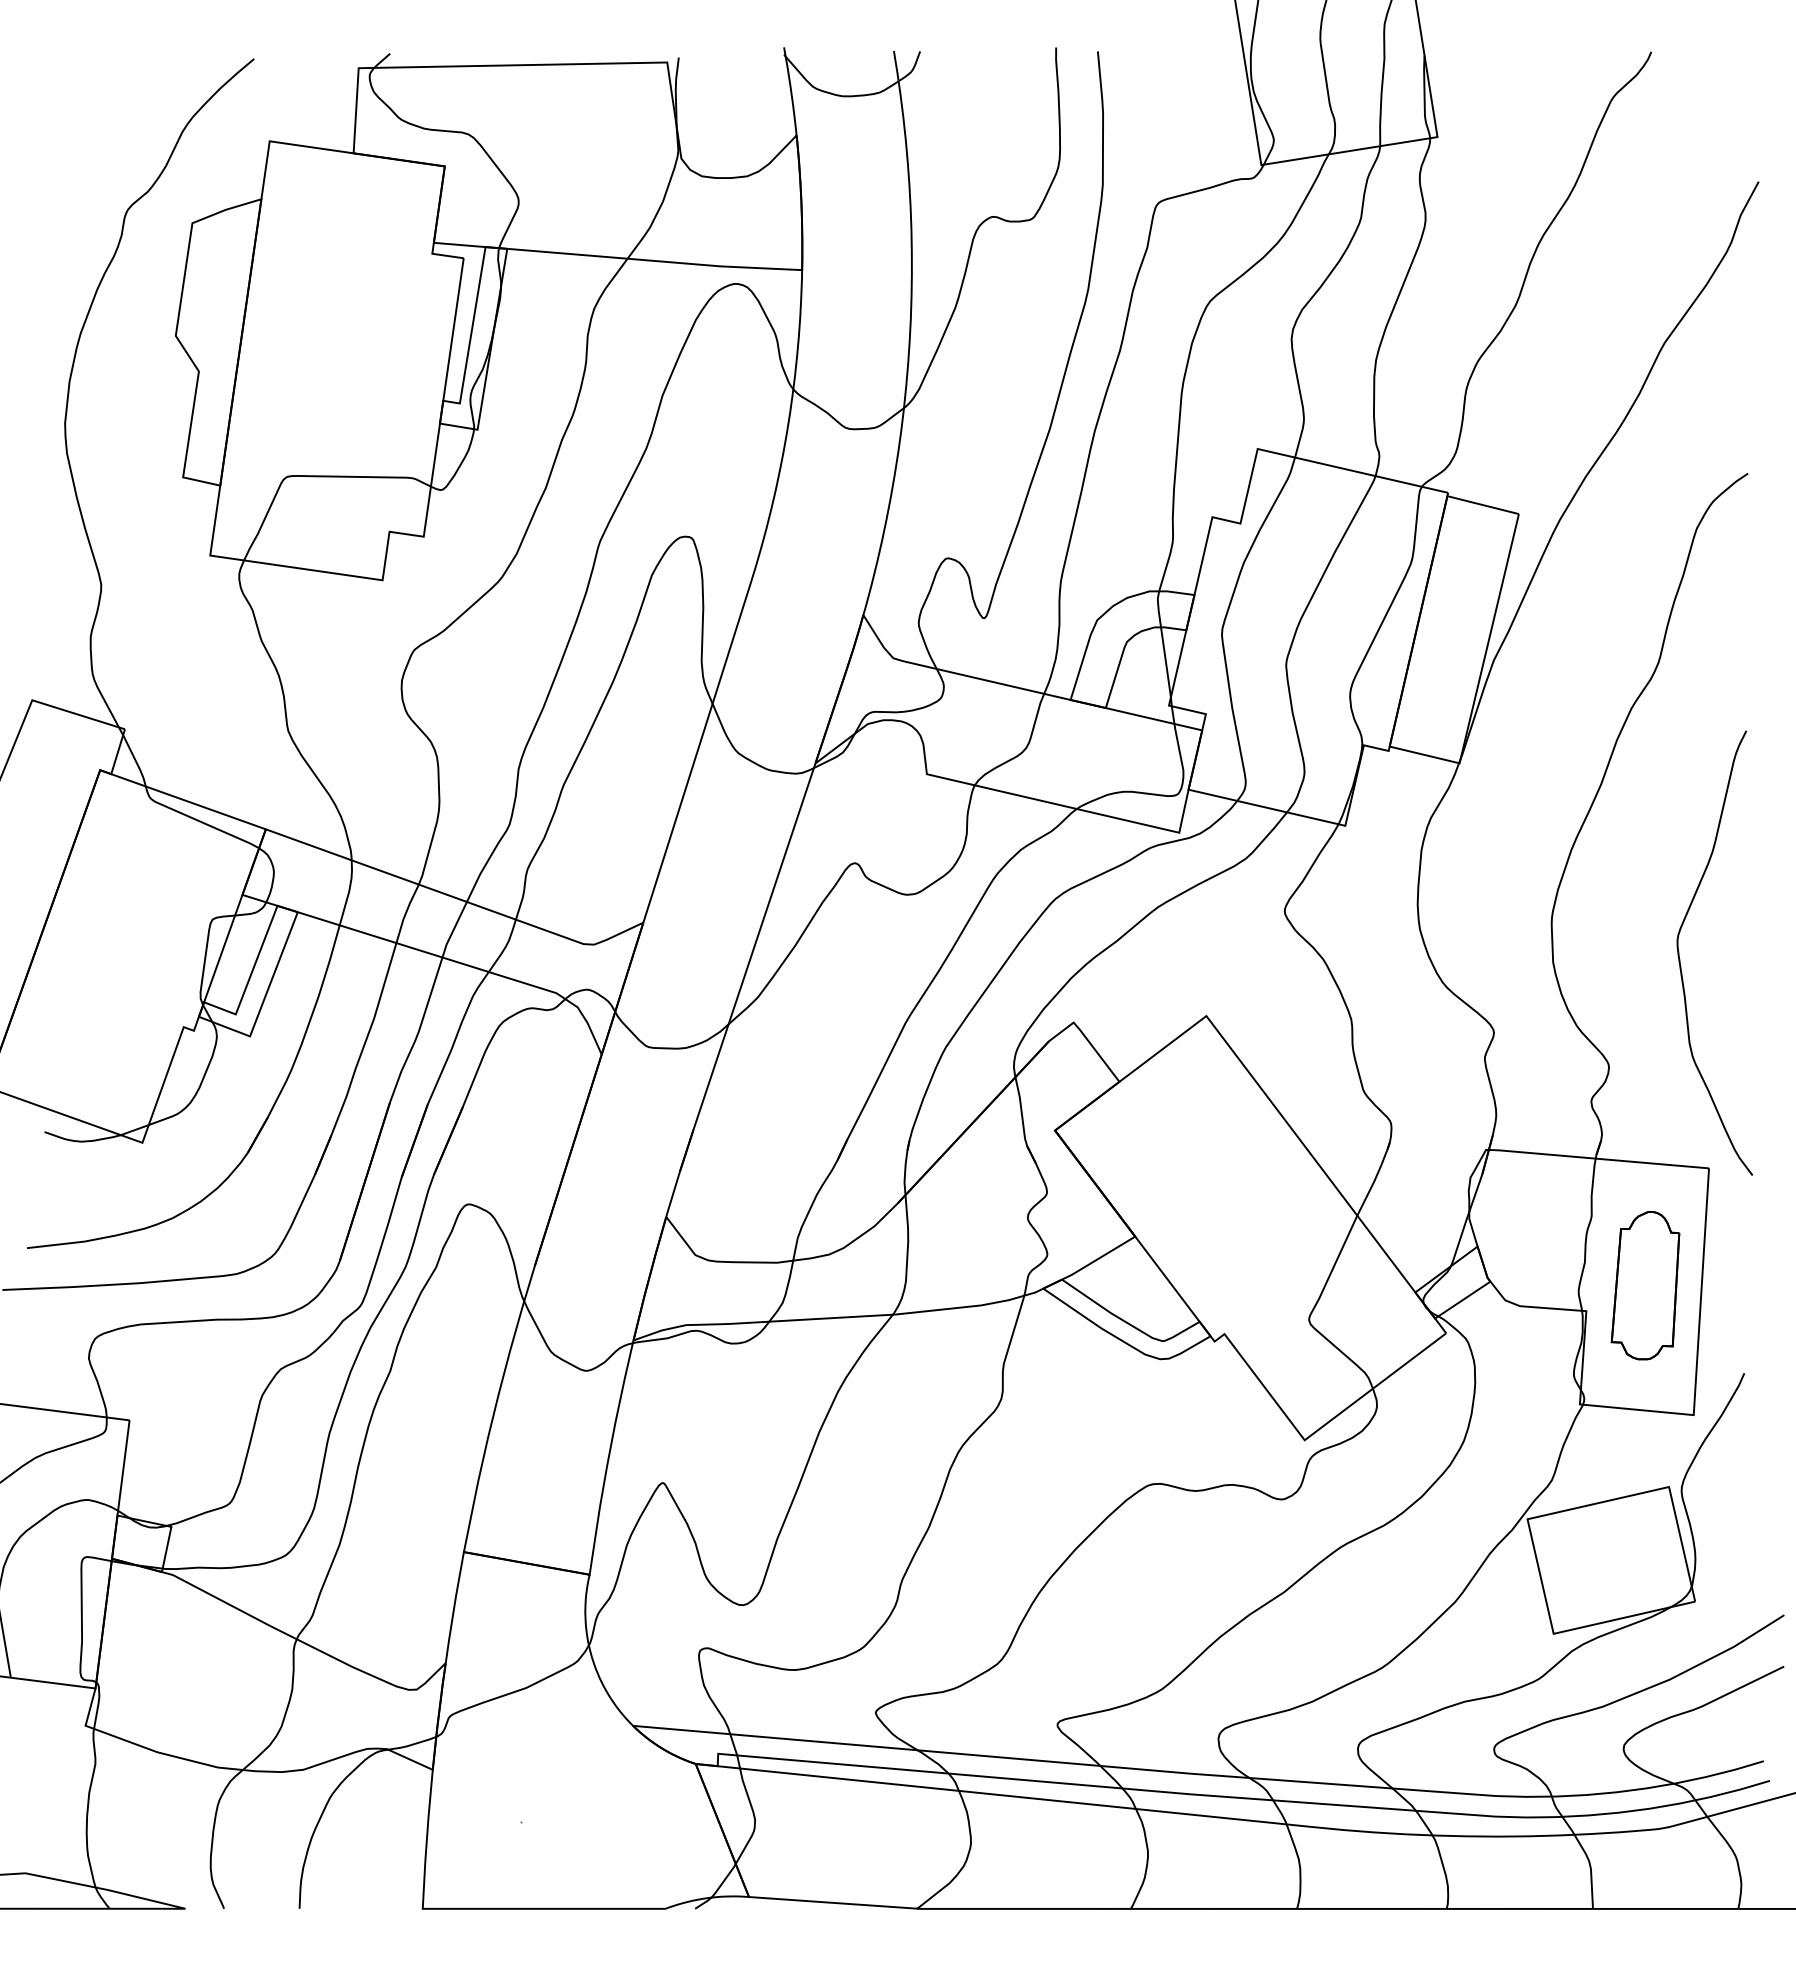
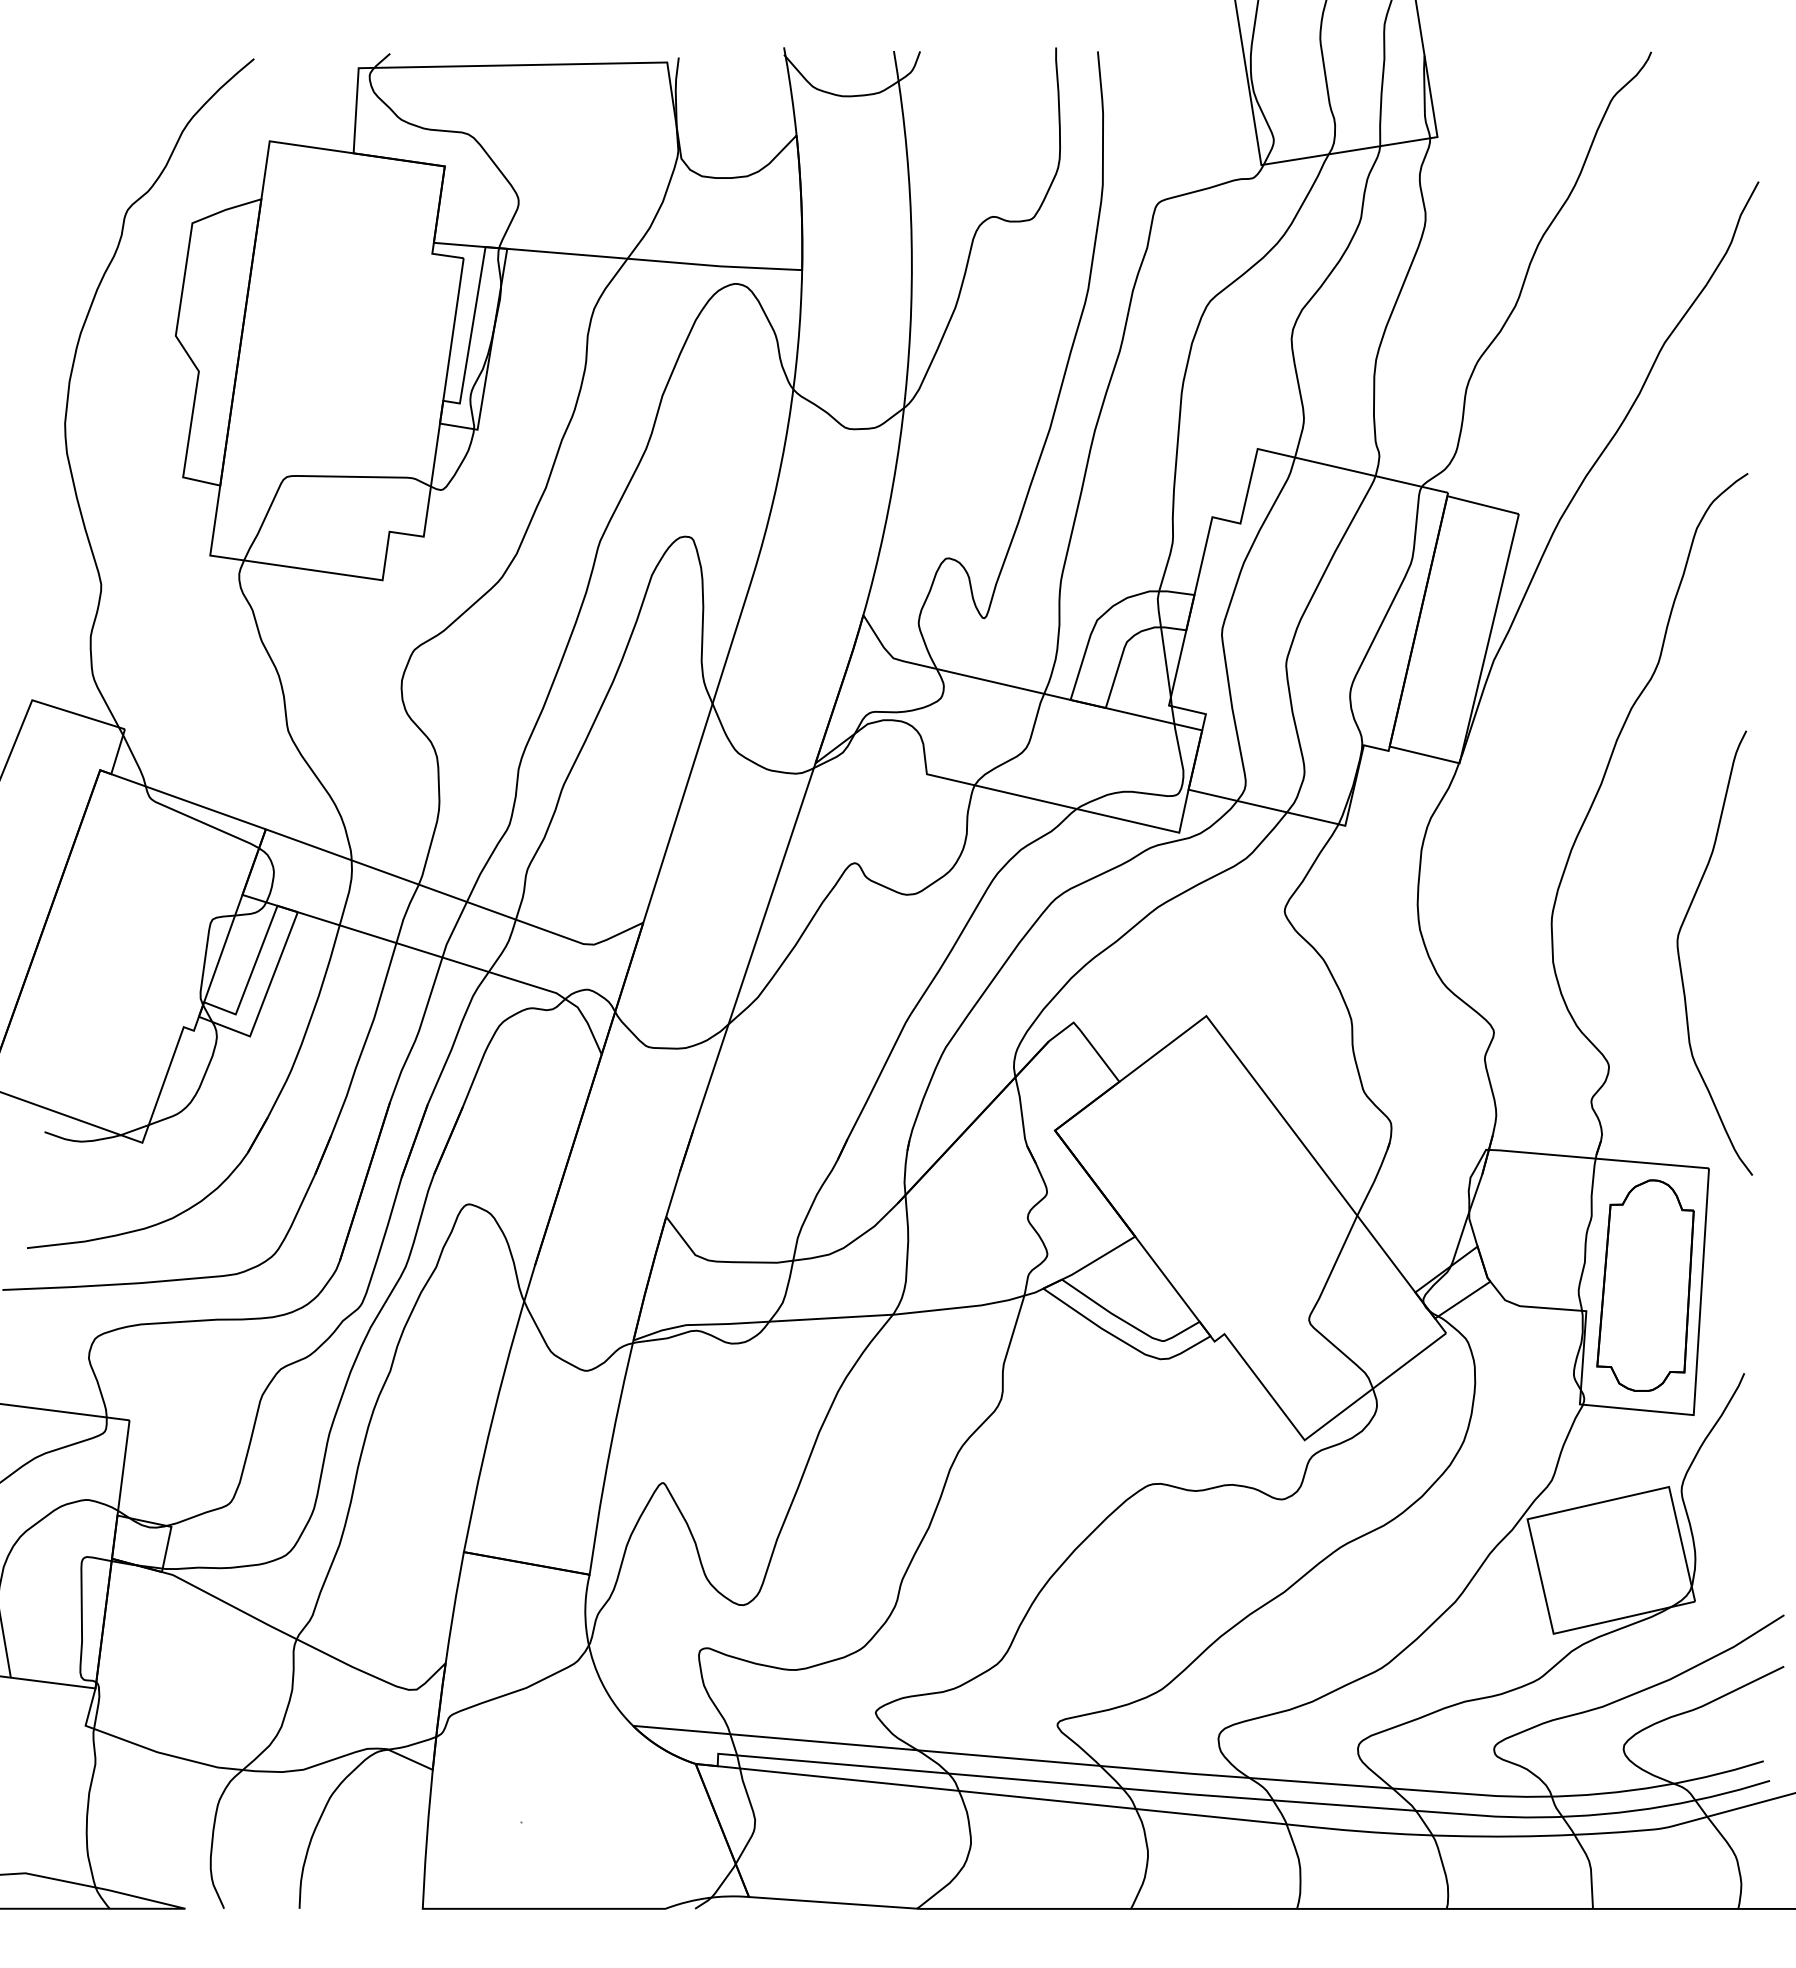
part at (1645, 1285) size: 71x150 px -> 99x213 px
